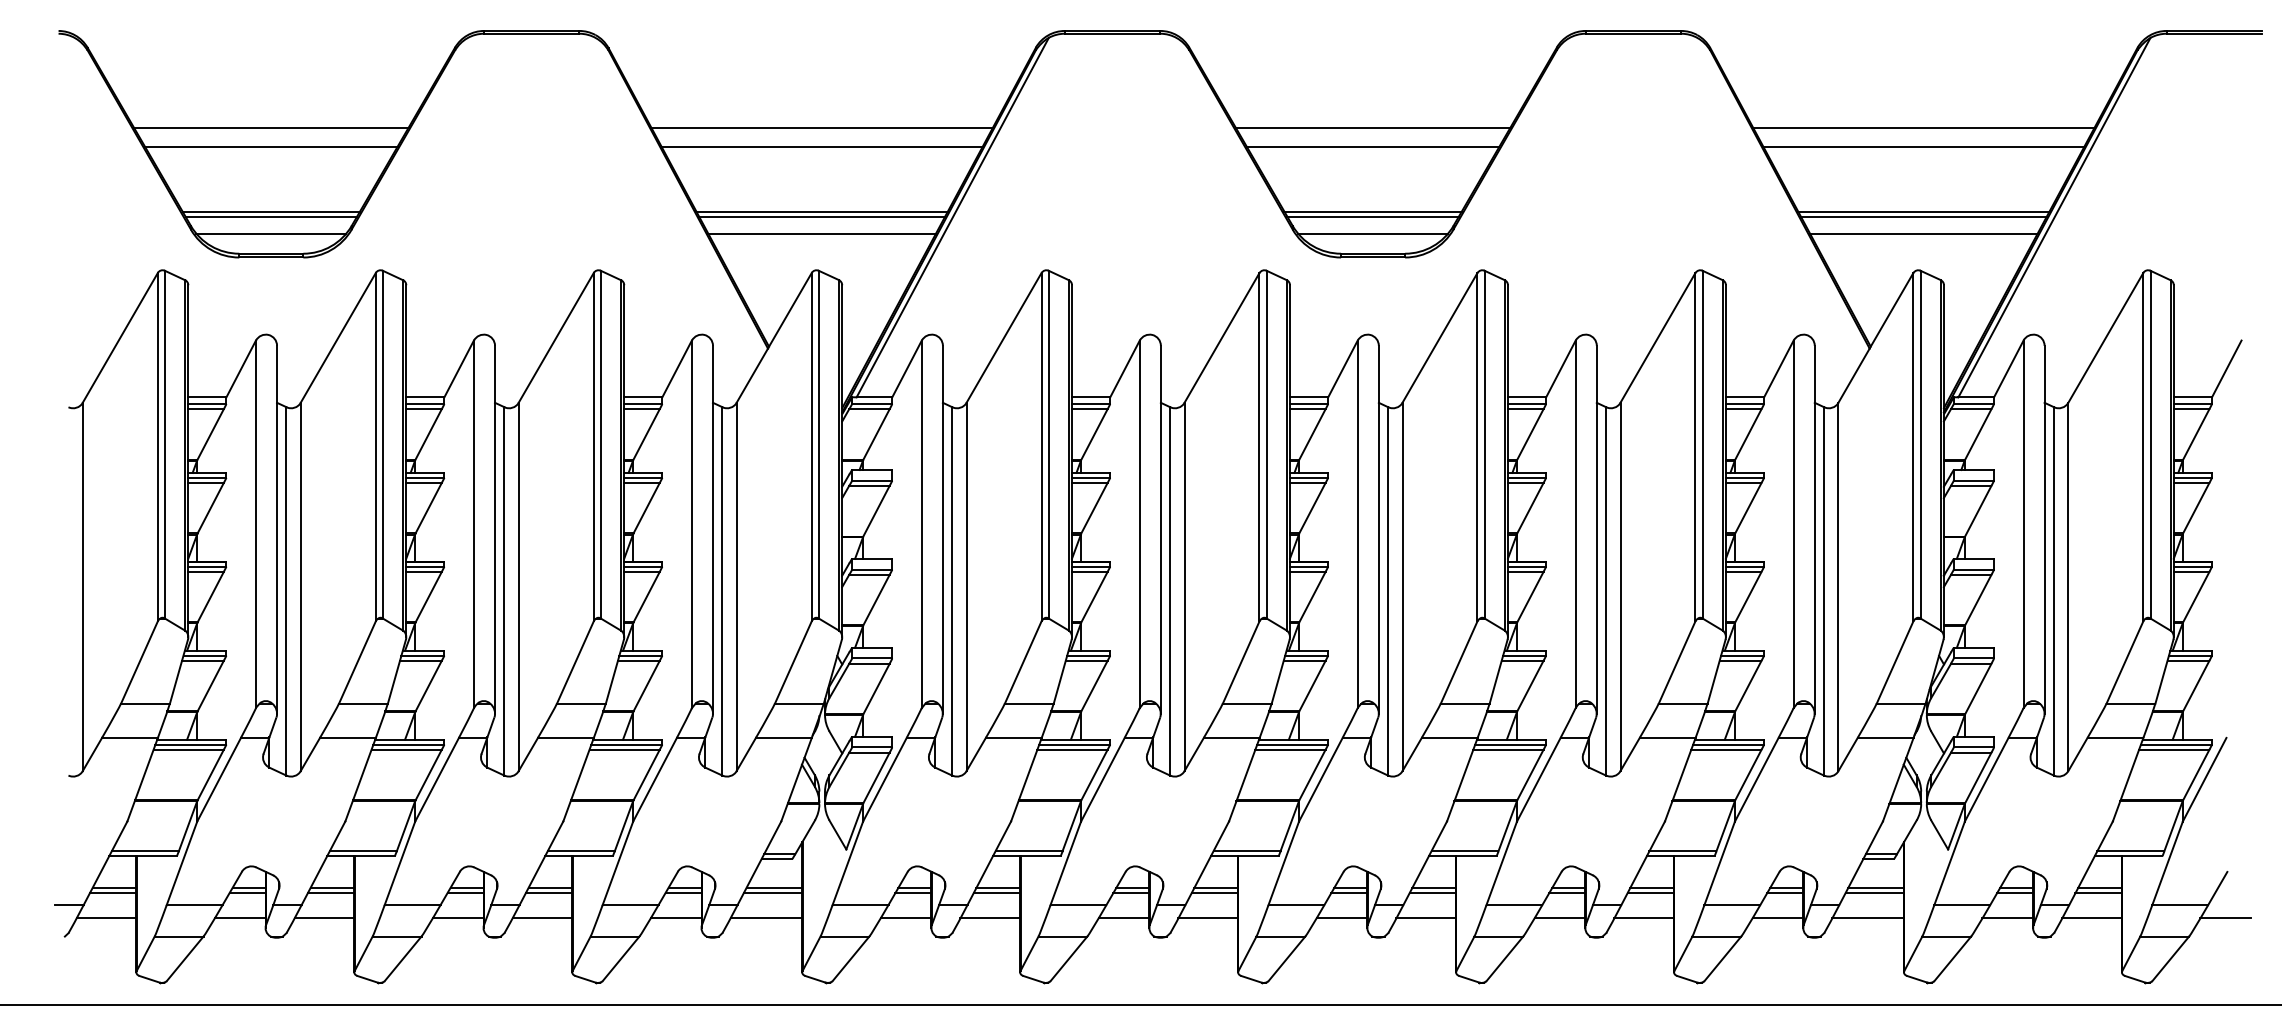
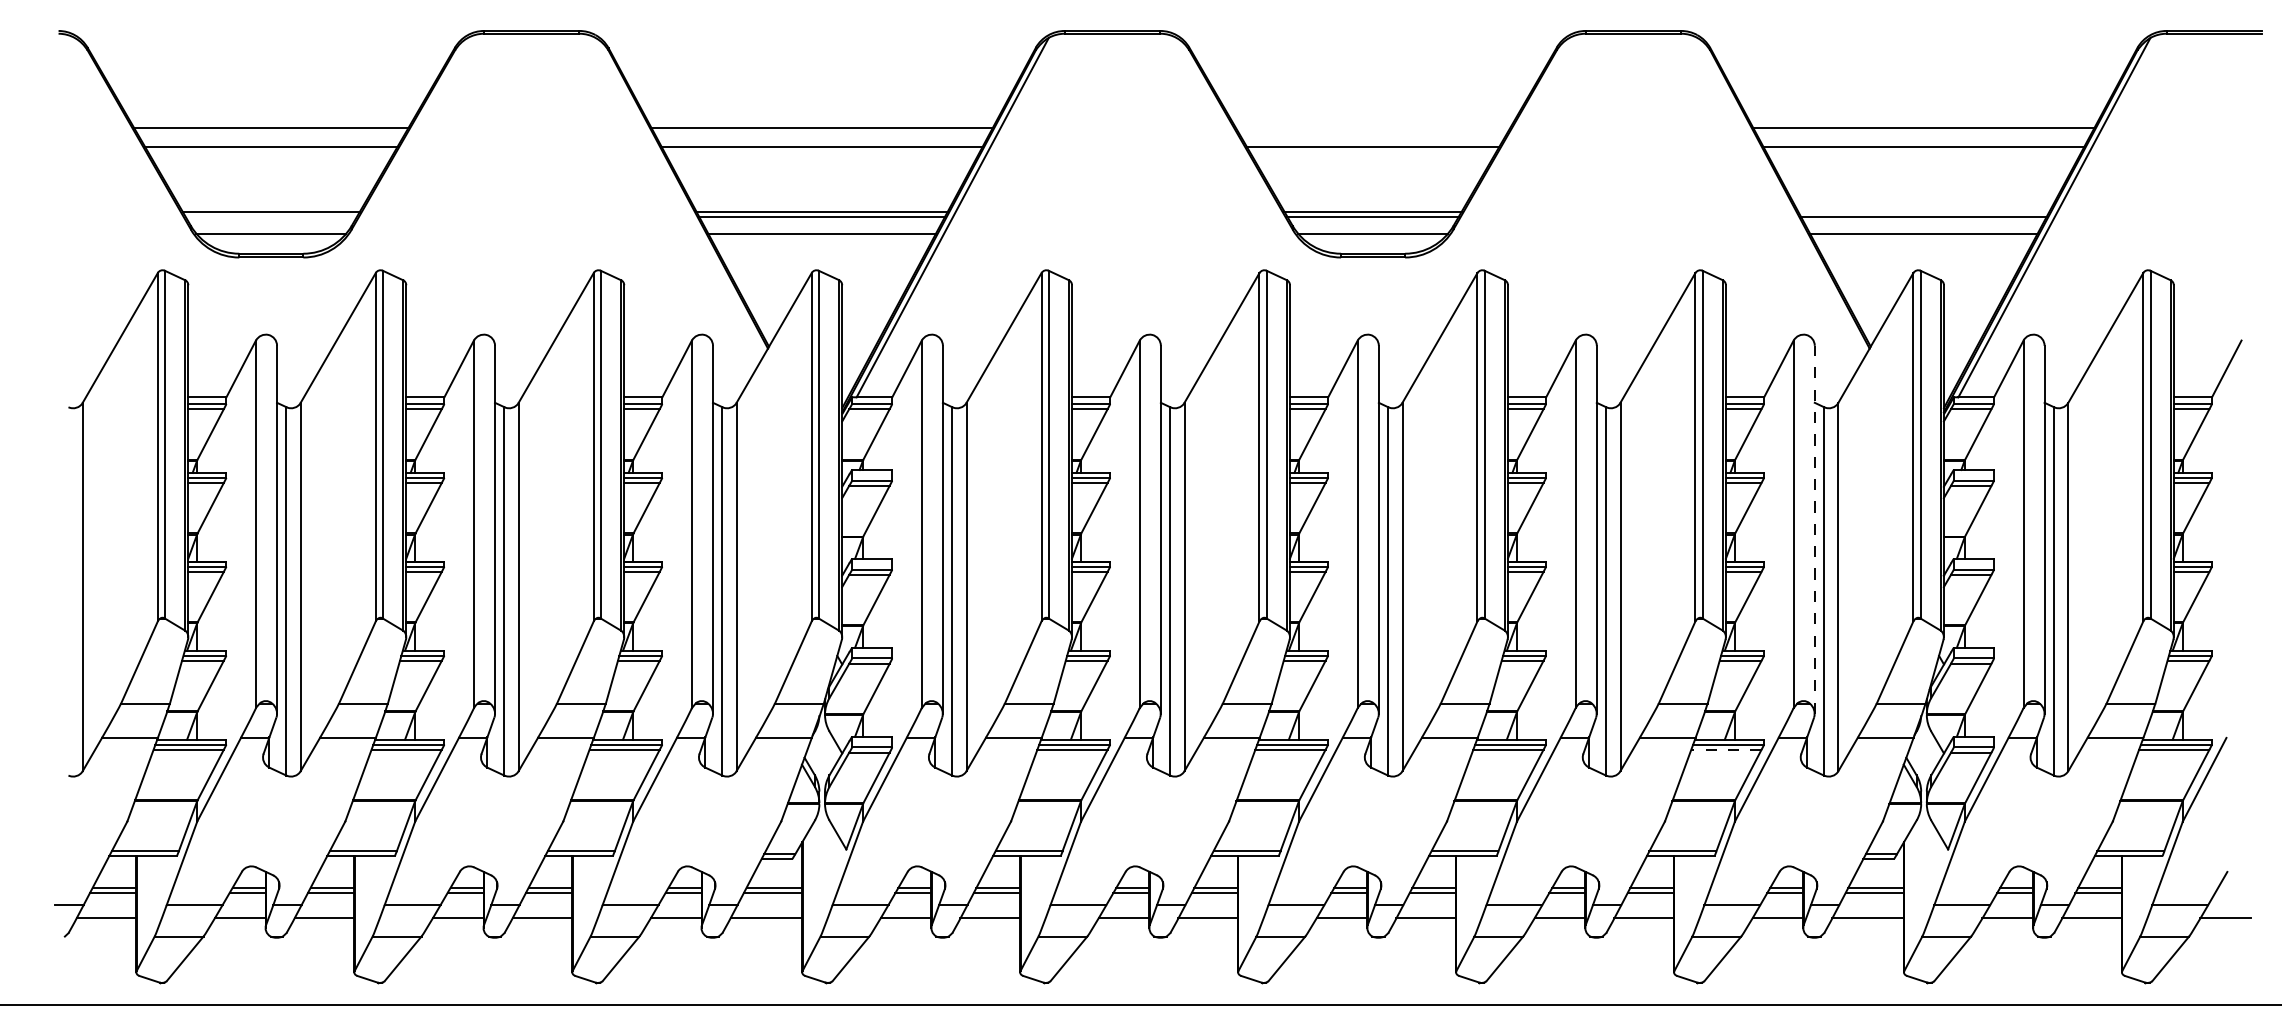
line at (1372, 127): present -> none
line at (1923, 211): present -> none
line at (270, 216): present -> none
line at (1814, 529): solid -> dashed
line at (1725, 749): solid -> dashed
